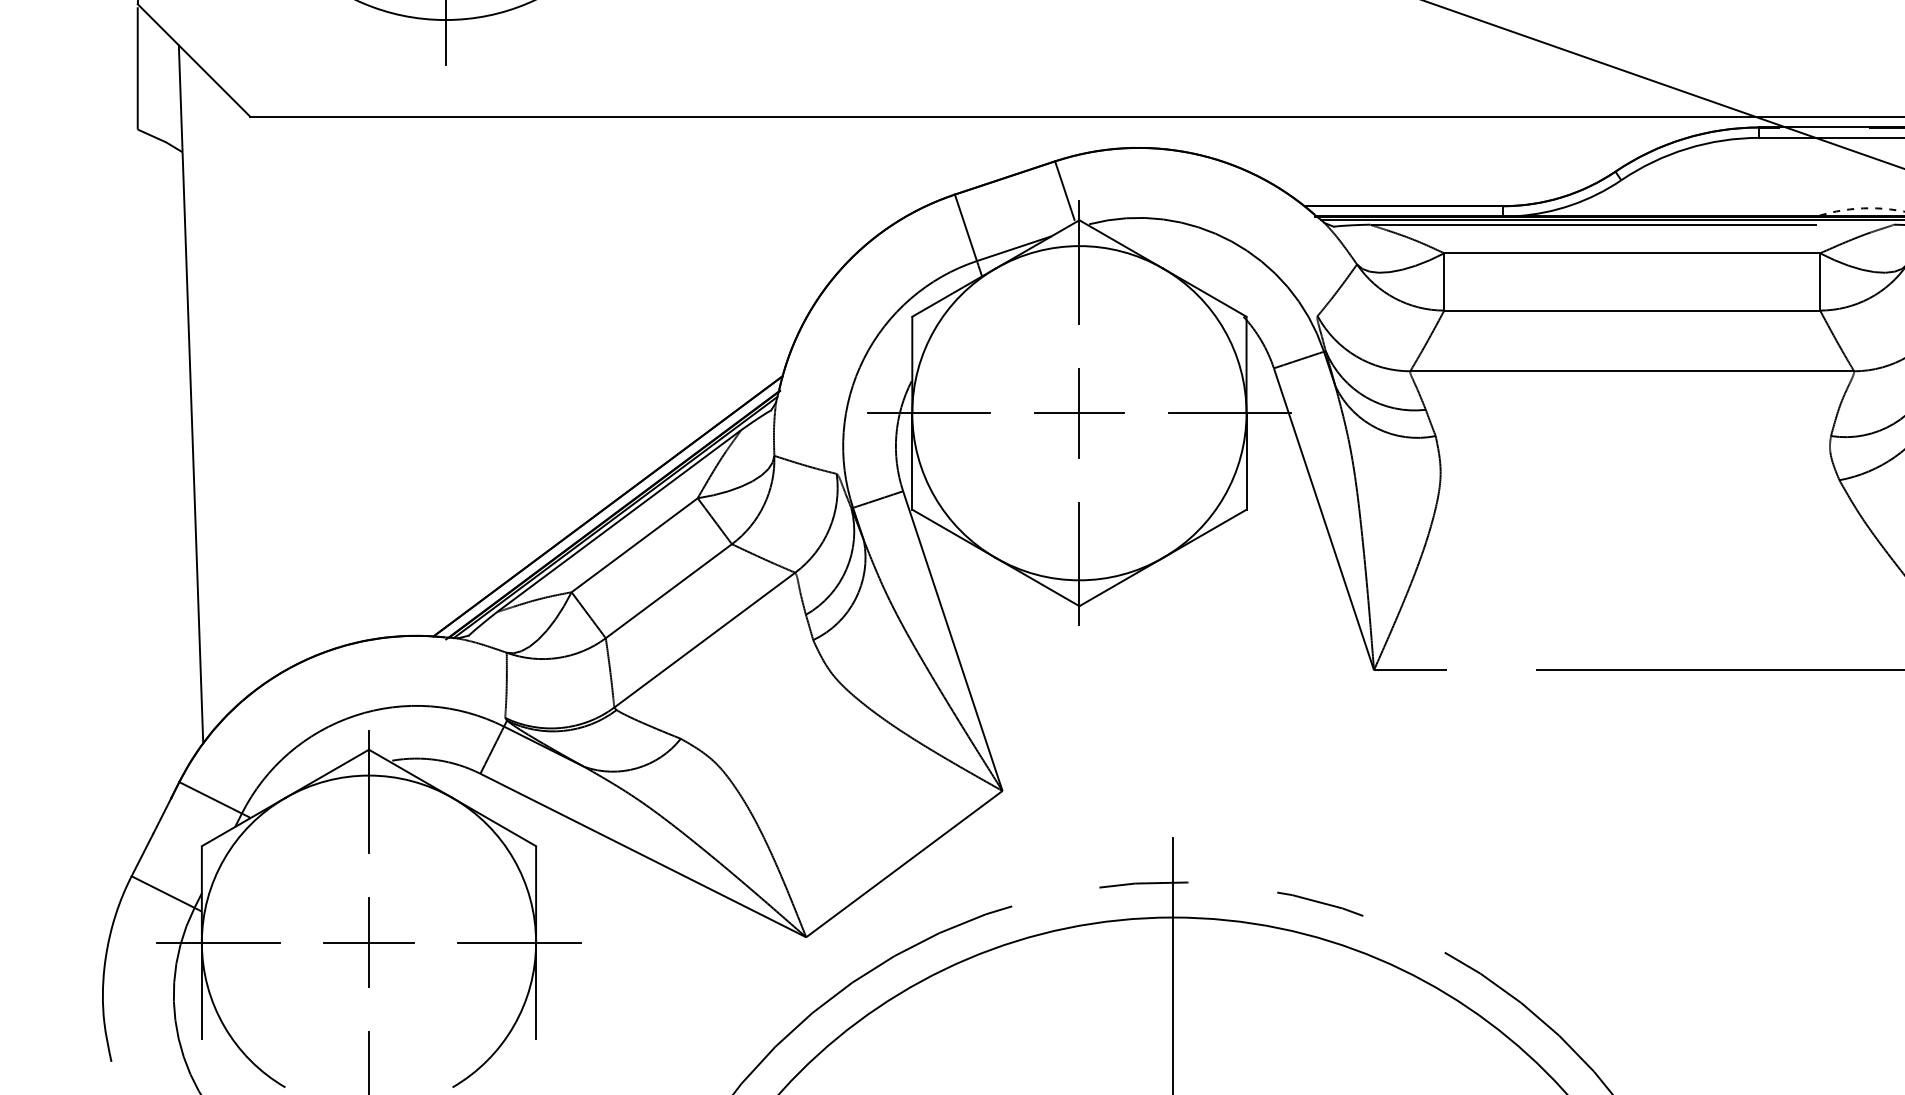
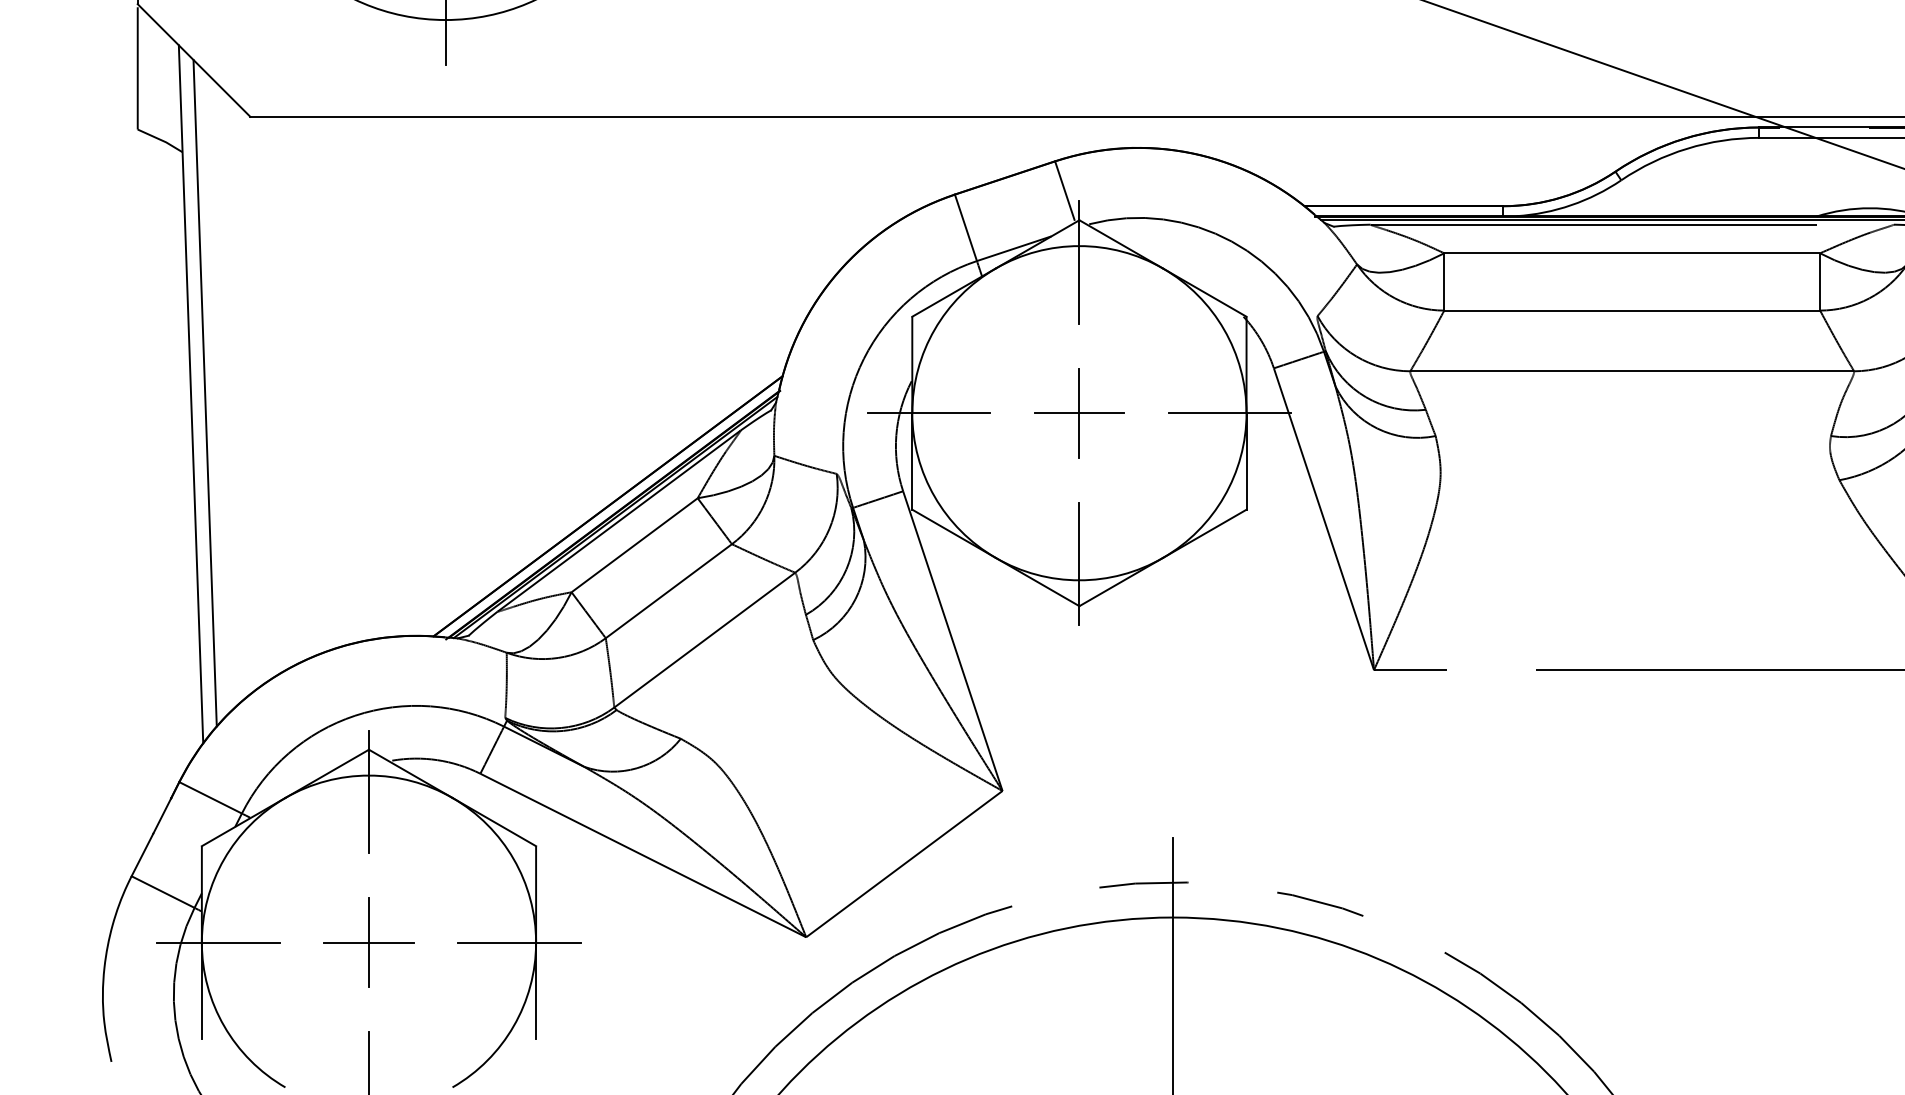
arc at (1860, 208): dashed -> solid
line at (204, 392): none -> present
